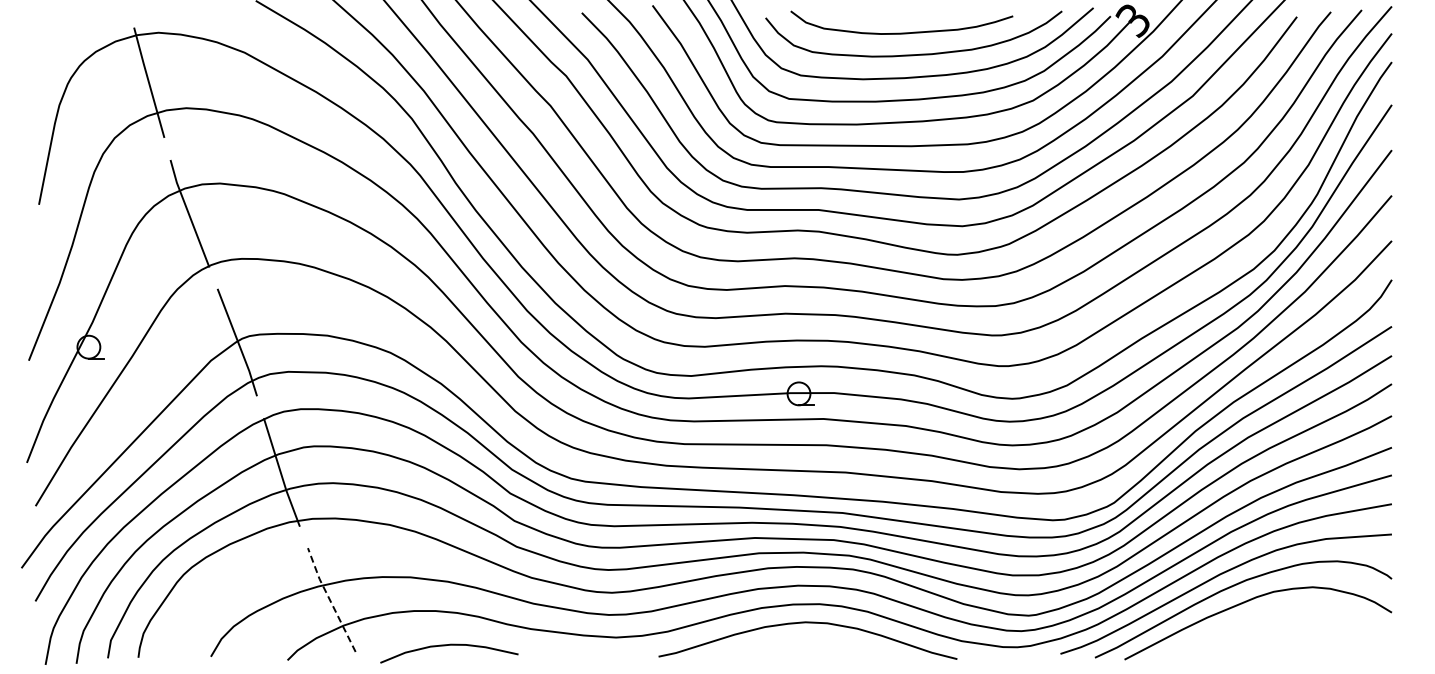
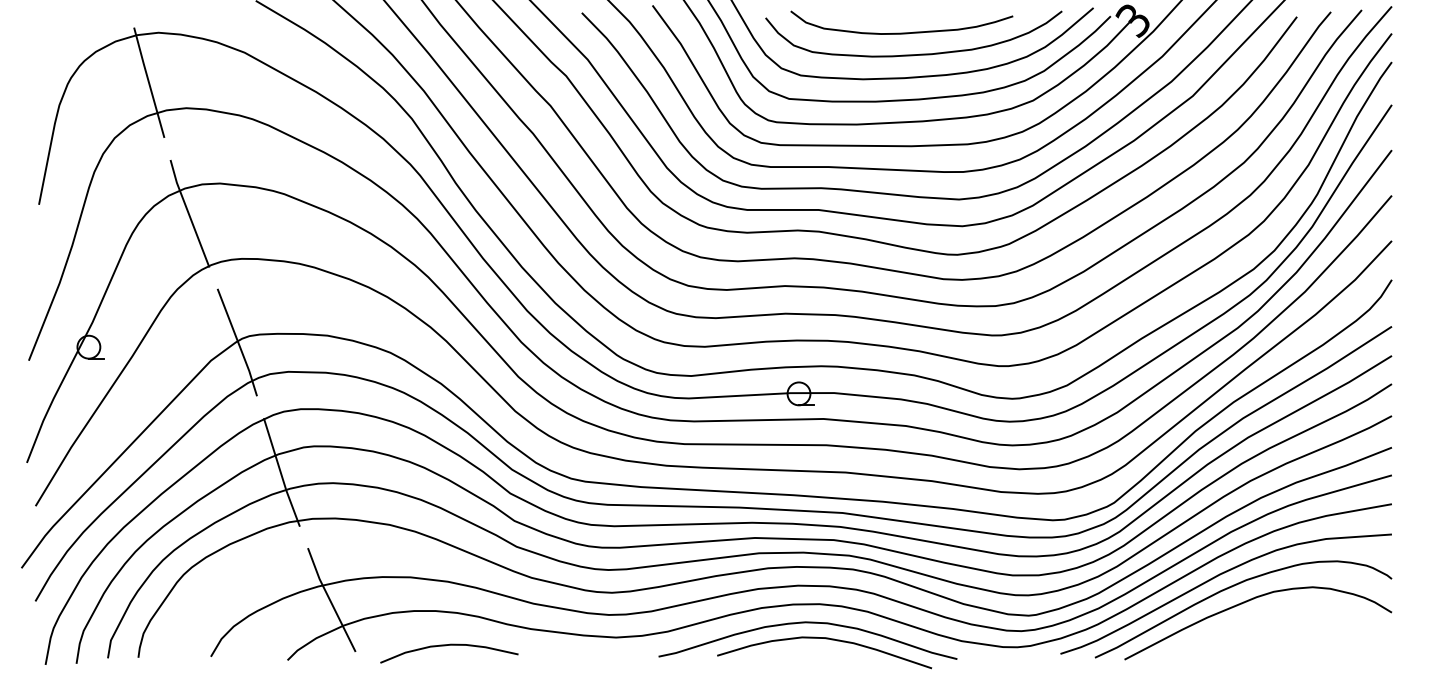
line at (329, 599): dashed -> solid
curve at (826, 639): none -> present
